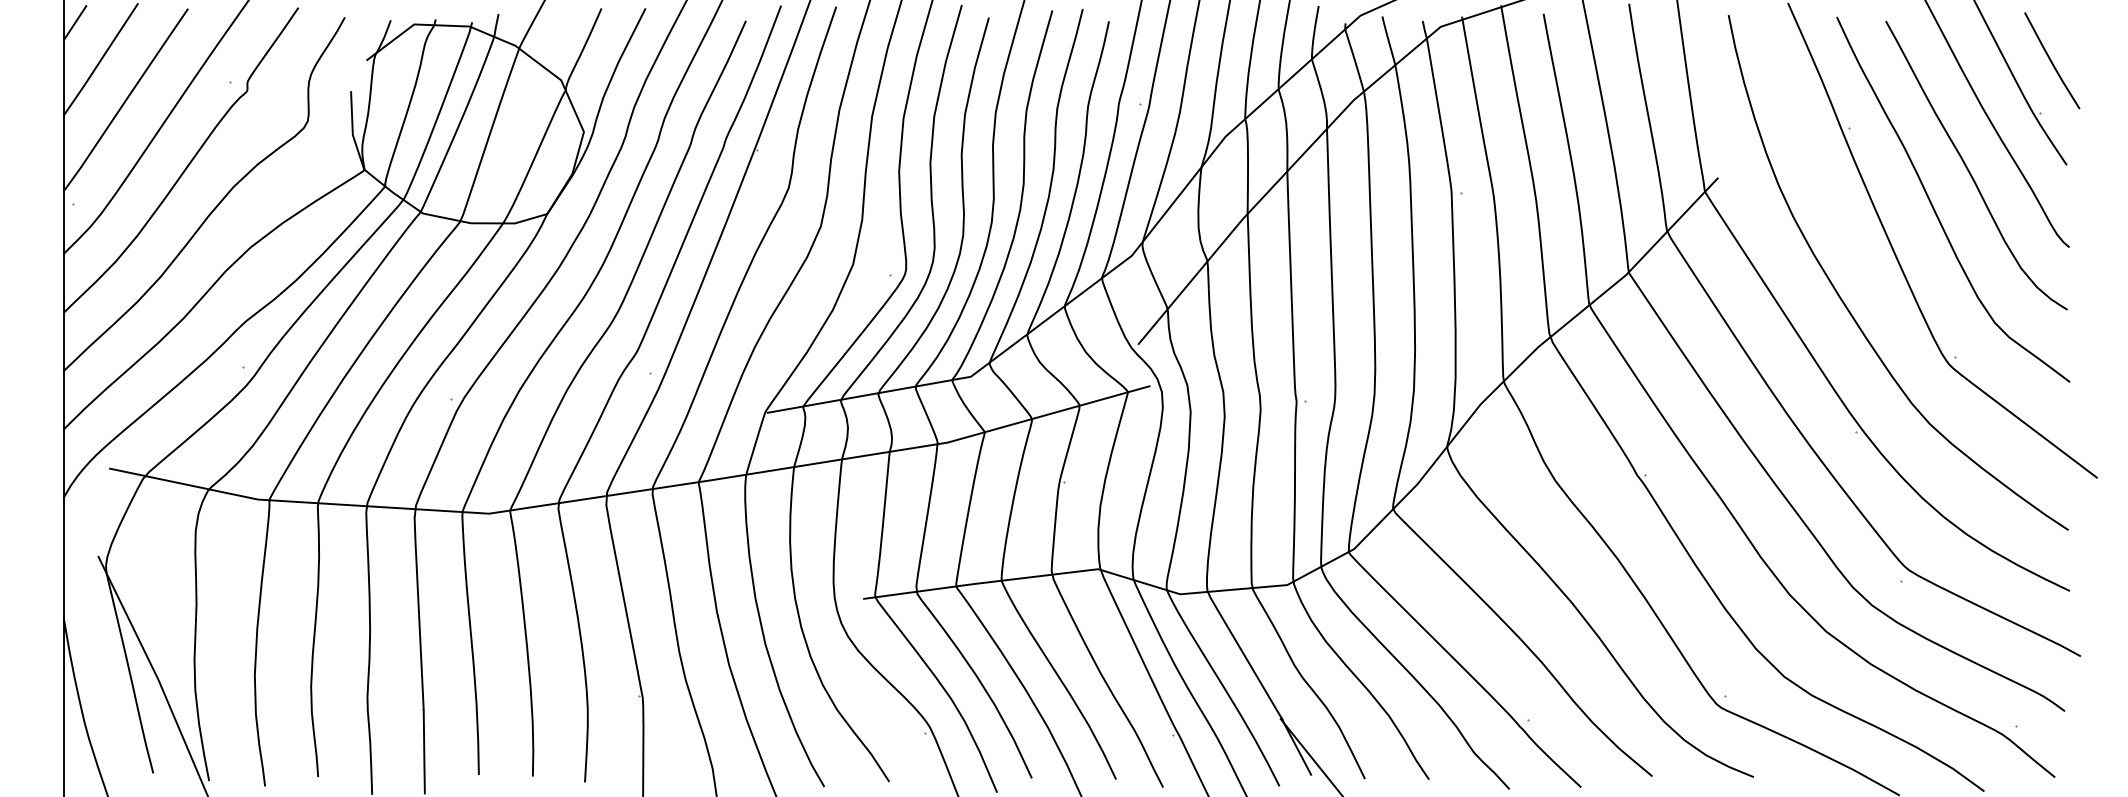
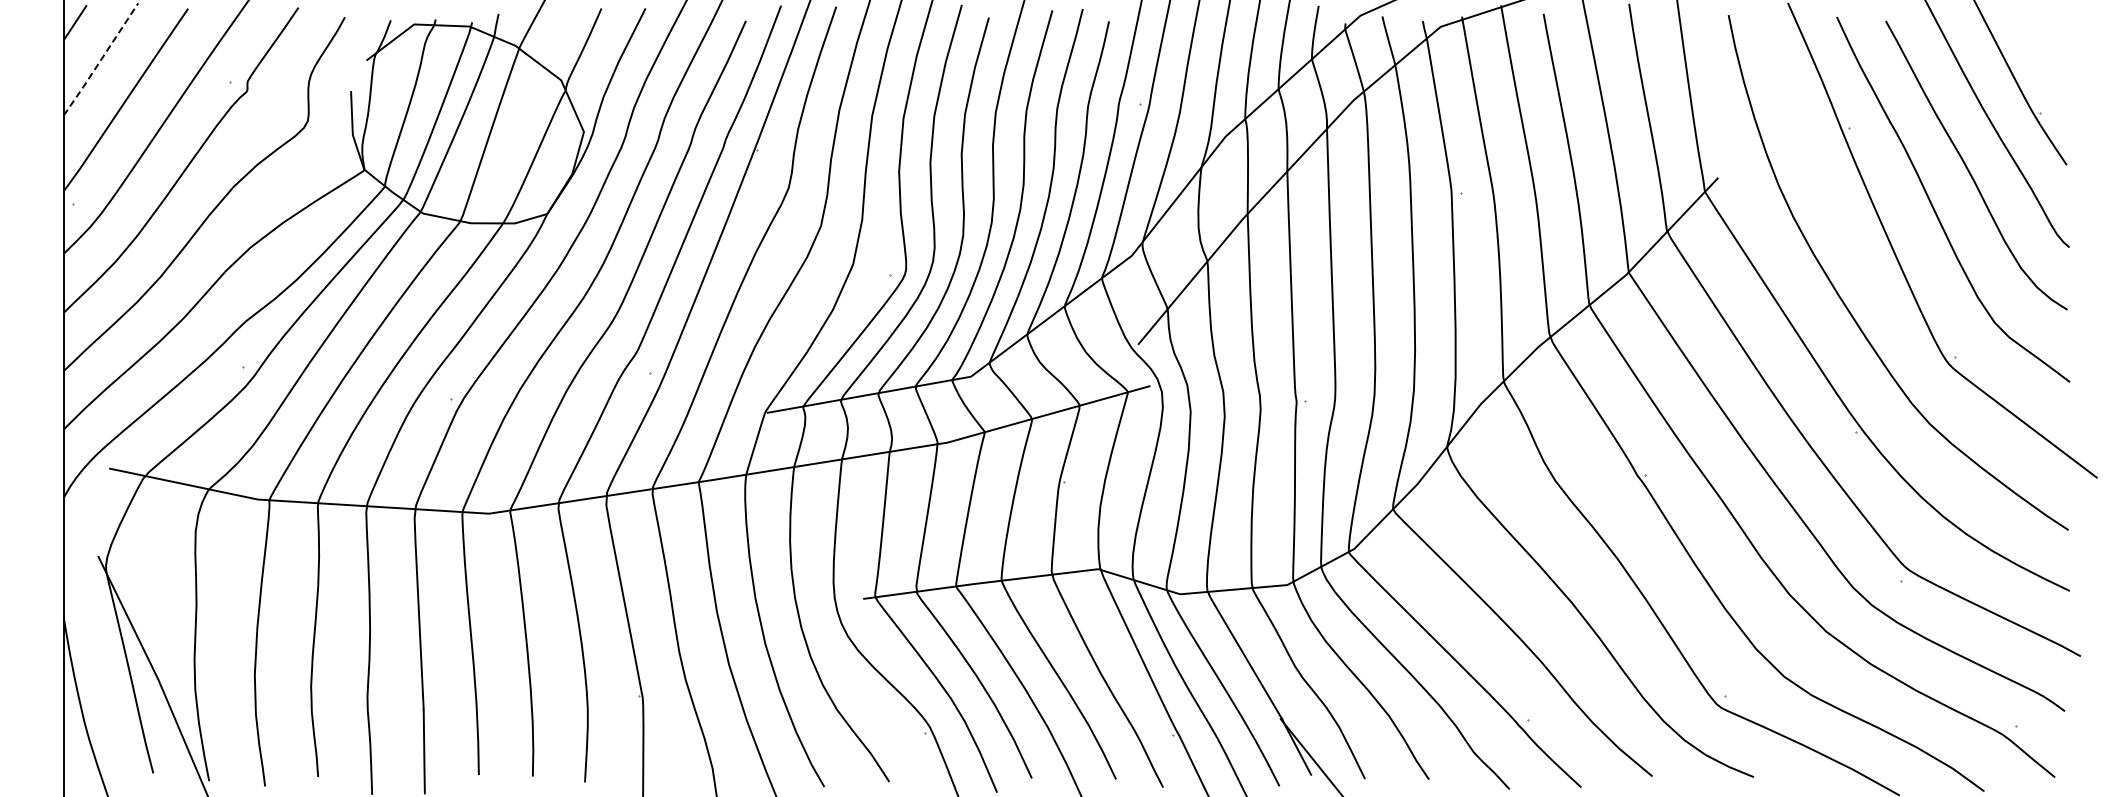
line at (101, 59): solid -> dashed
line at (2051, 60): present -> none
